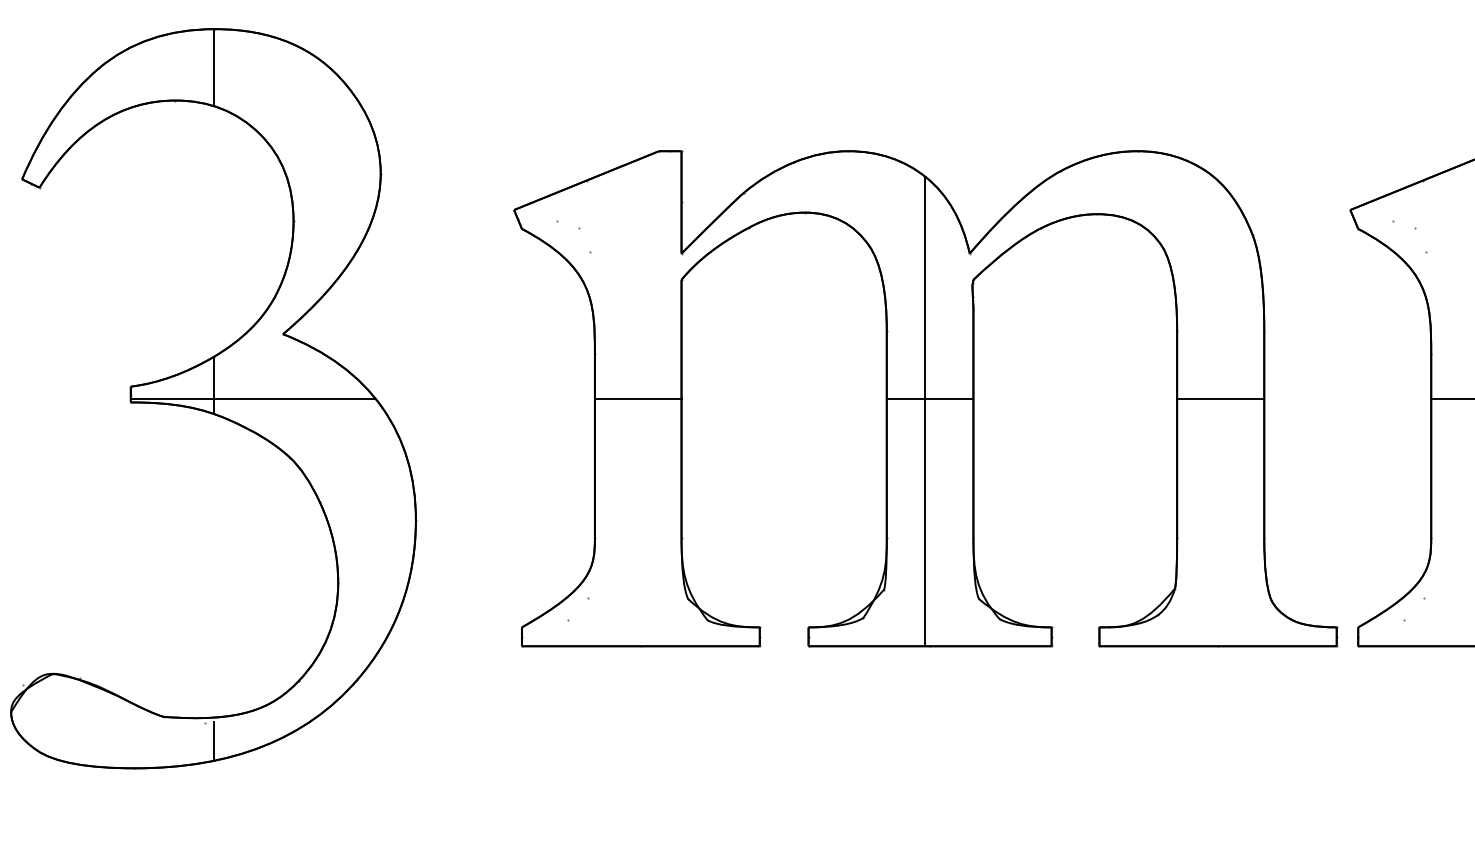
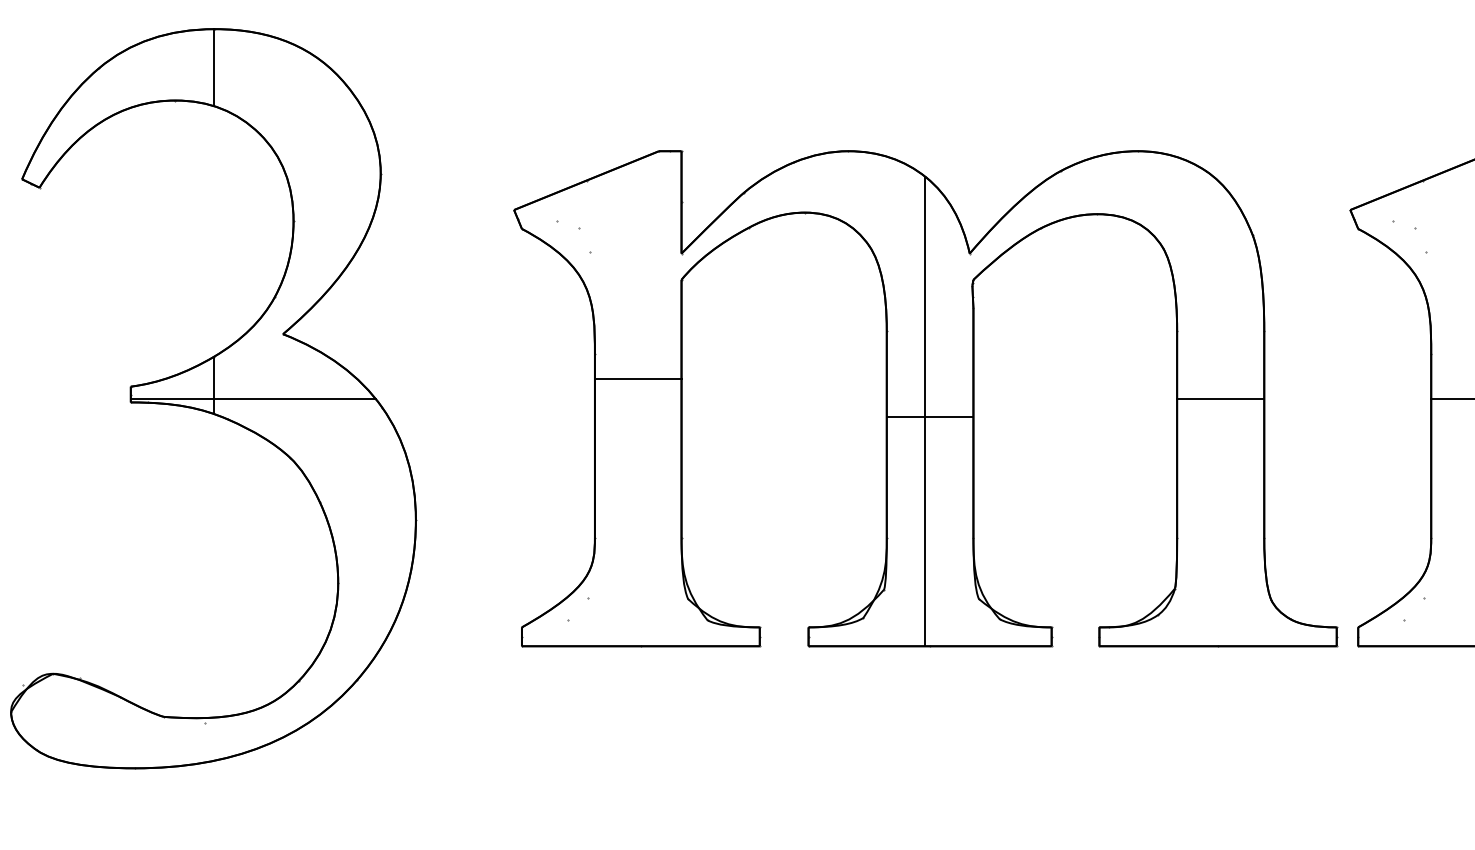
line at (637, 398) position: (637, 398) -> (637, 378)
line at (929, 398) position: (929, 398) -> (929, 416)
line at (213, 741): present -> none
